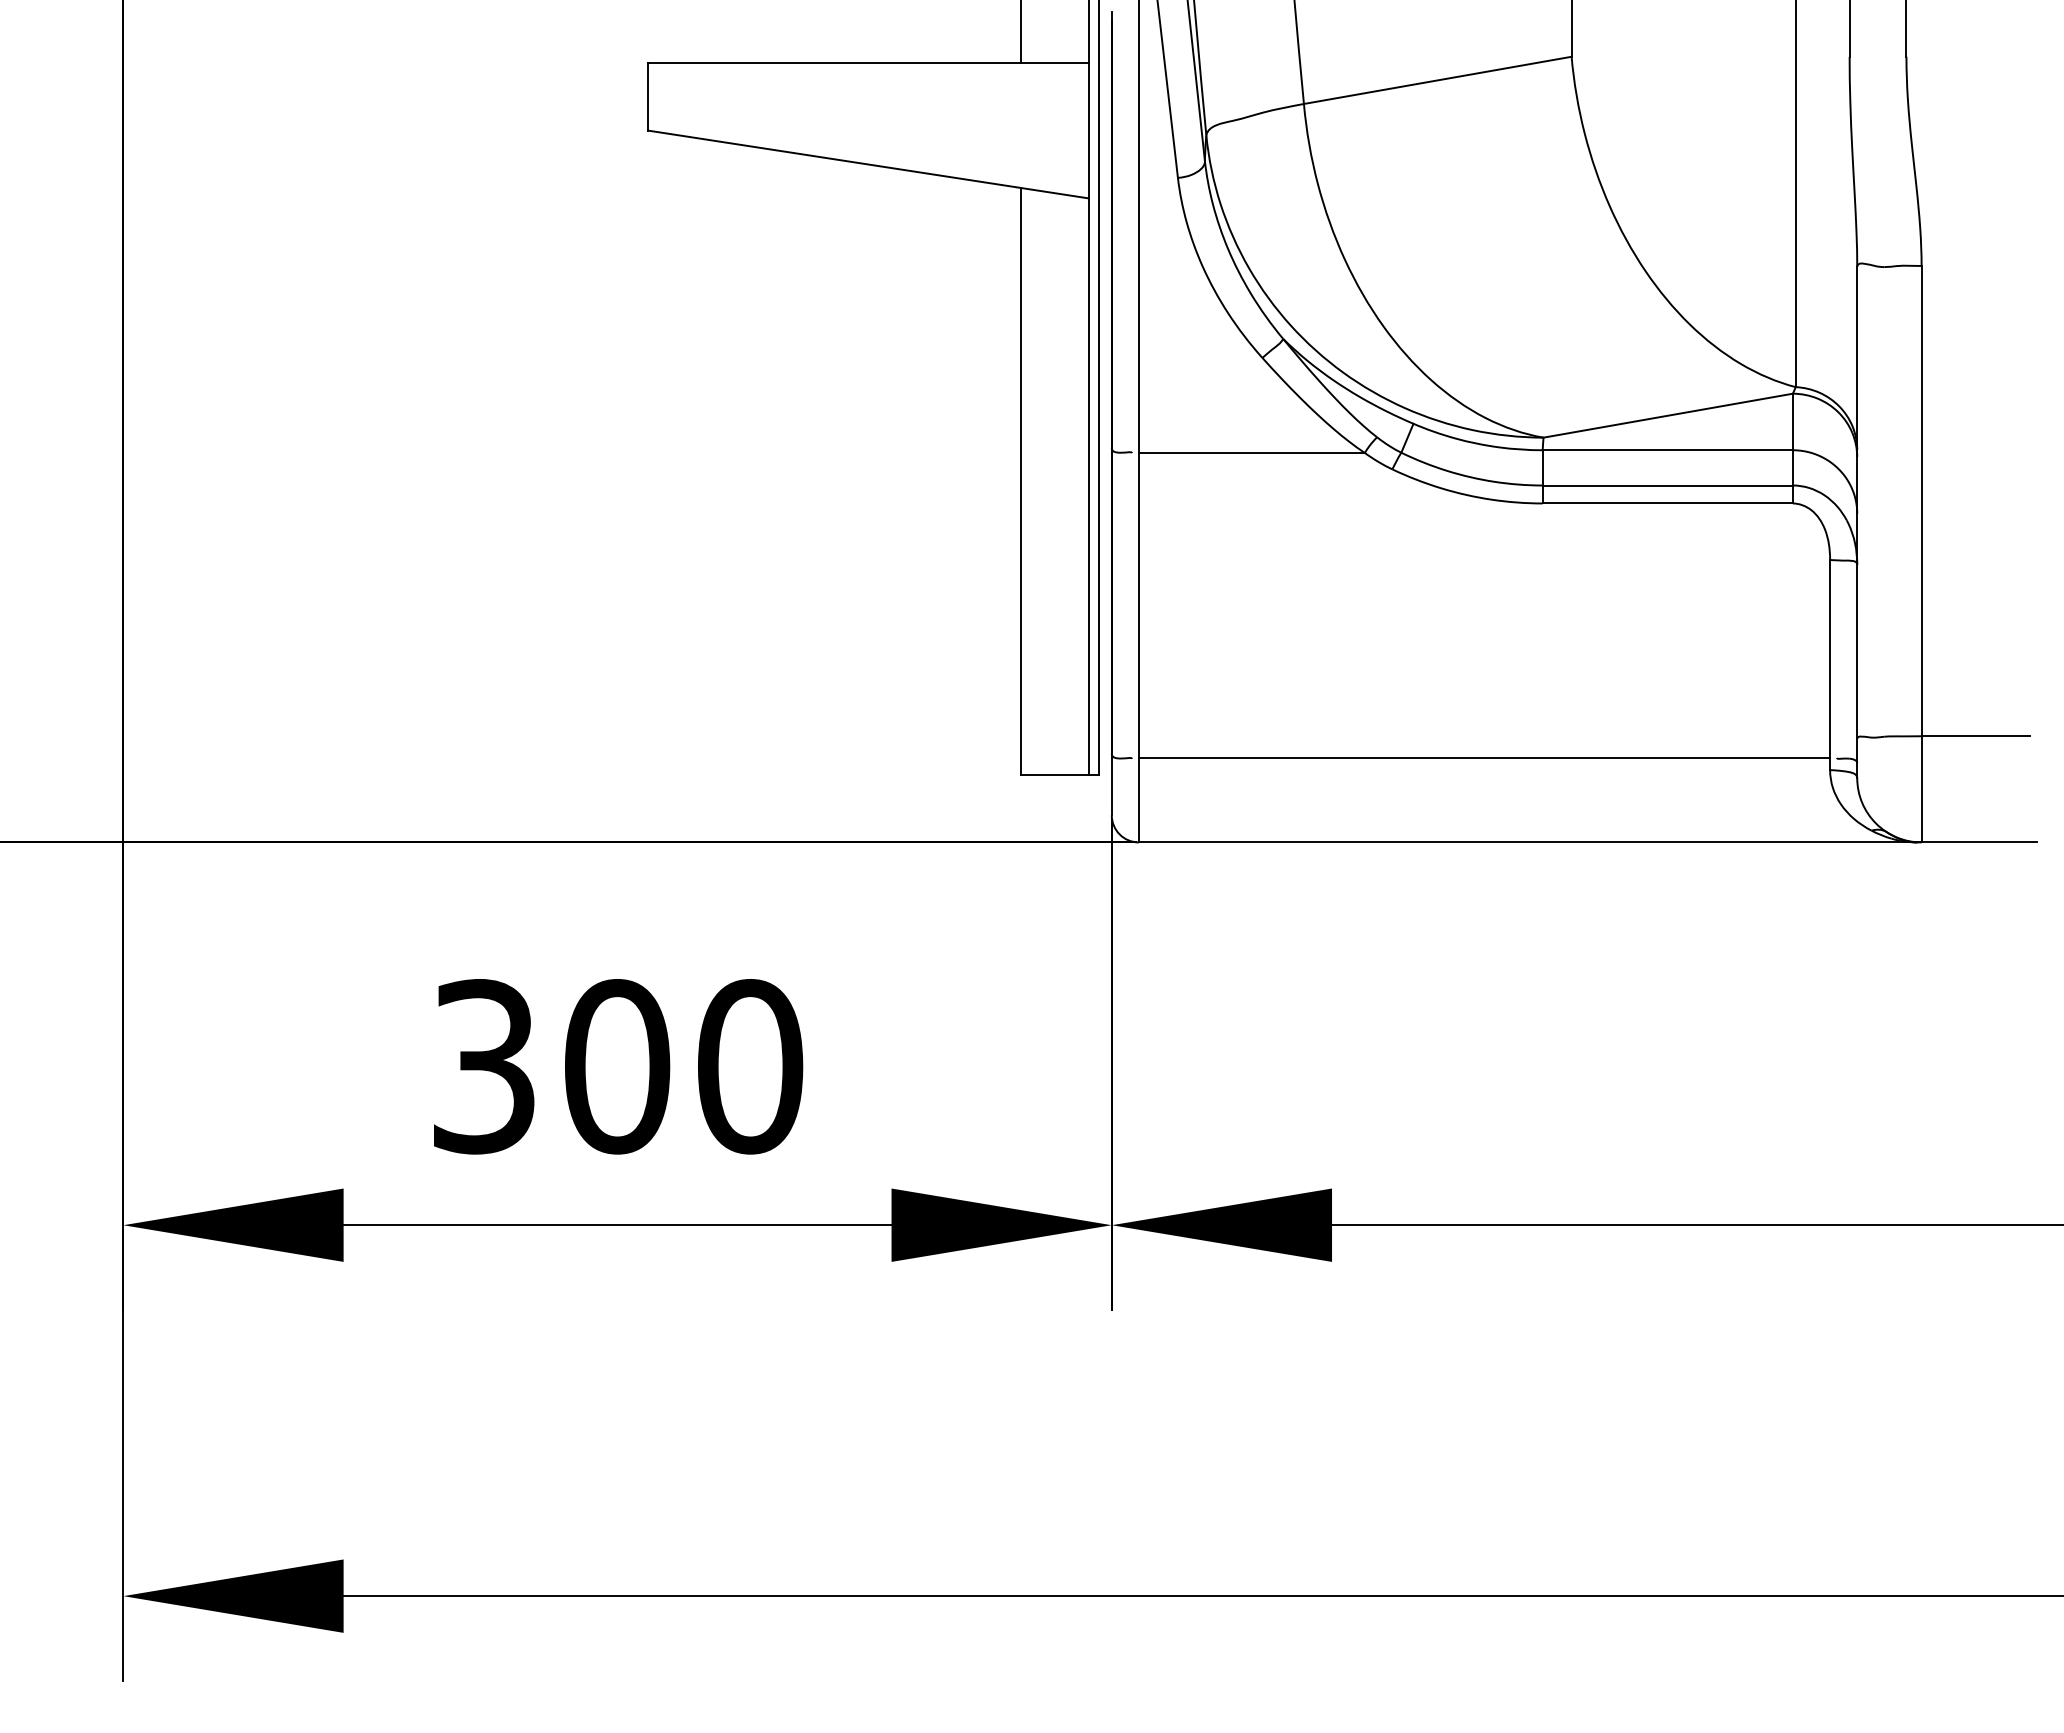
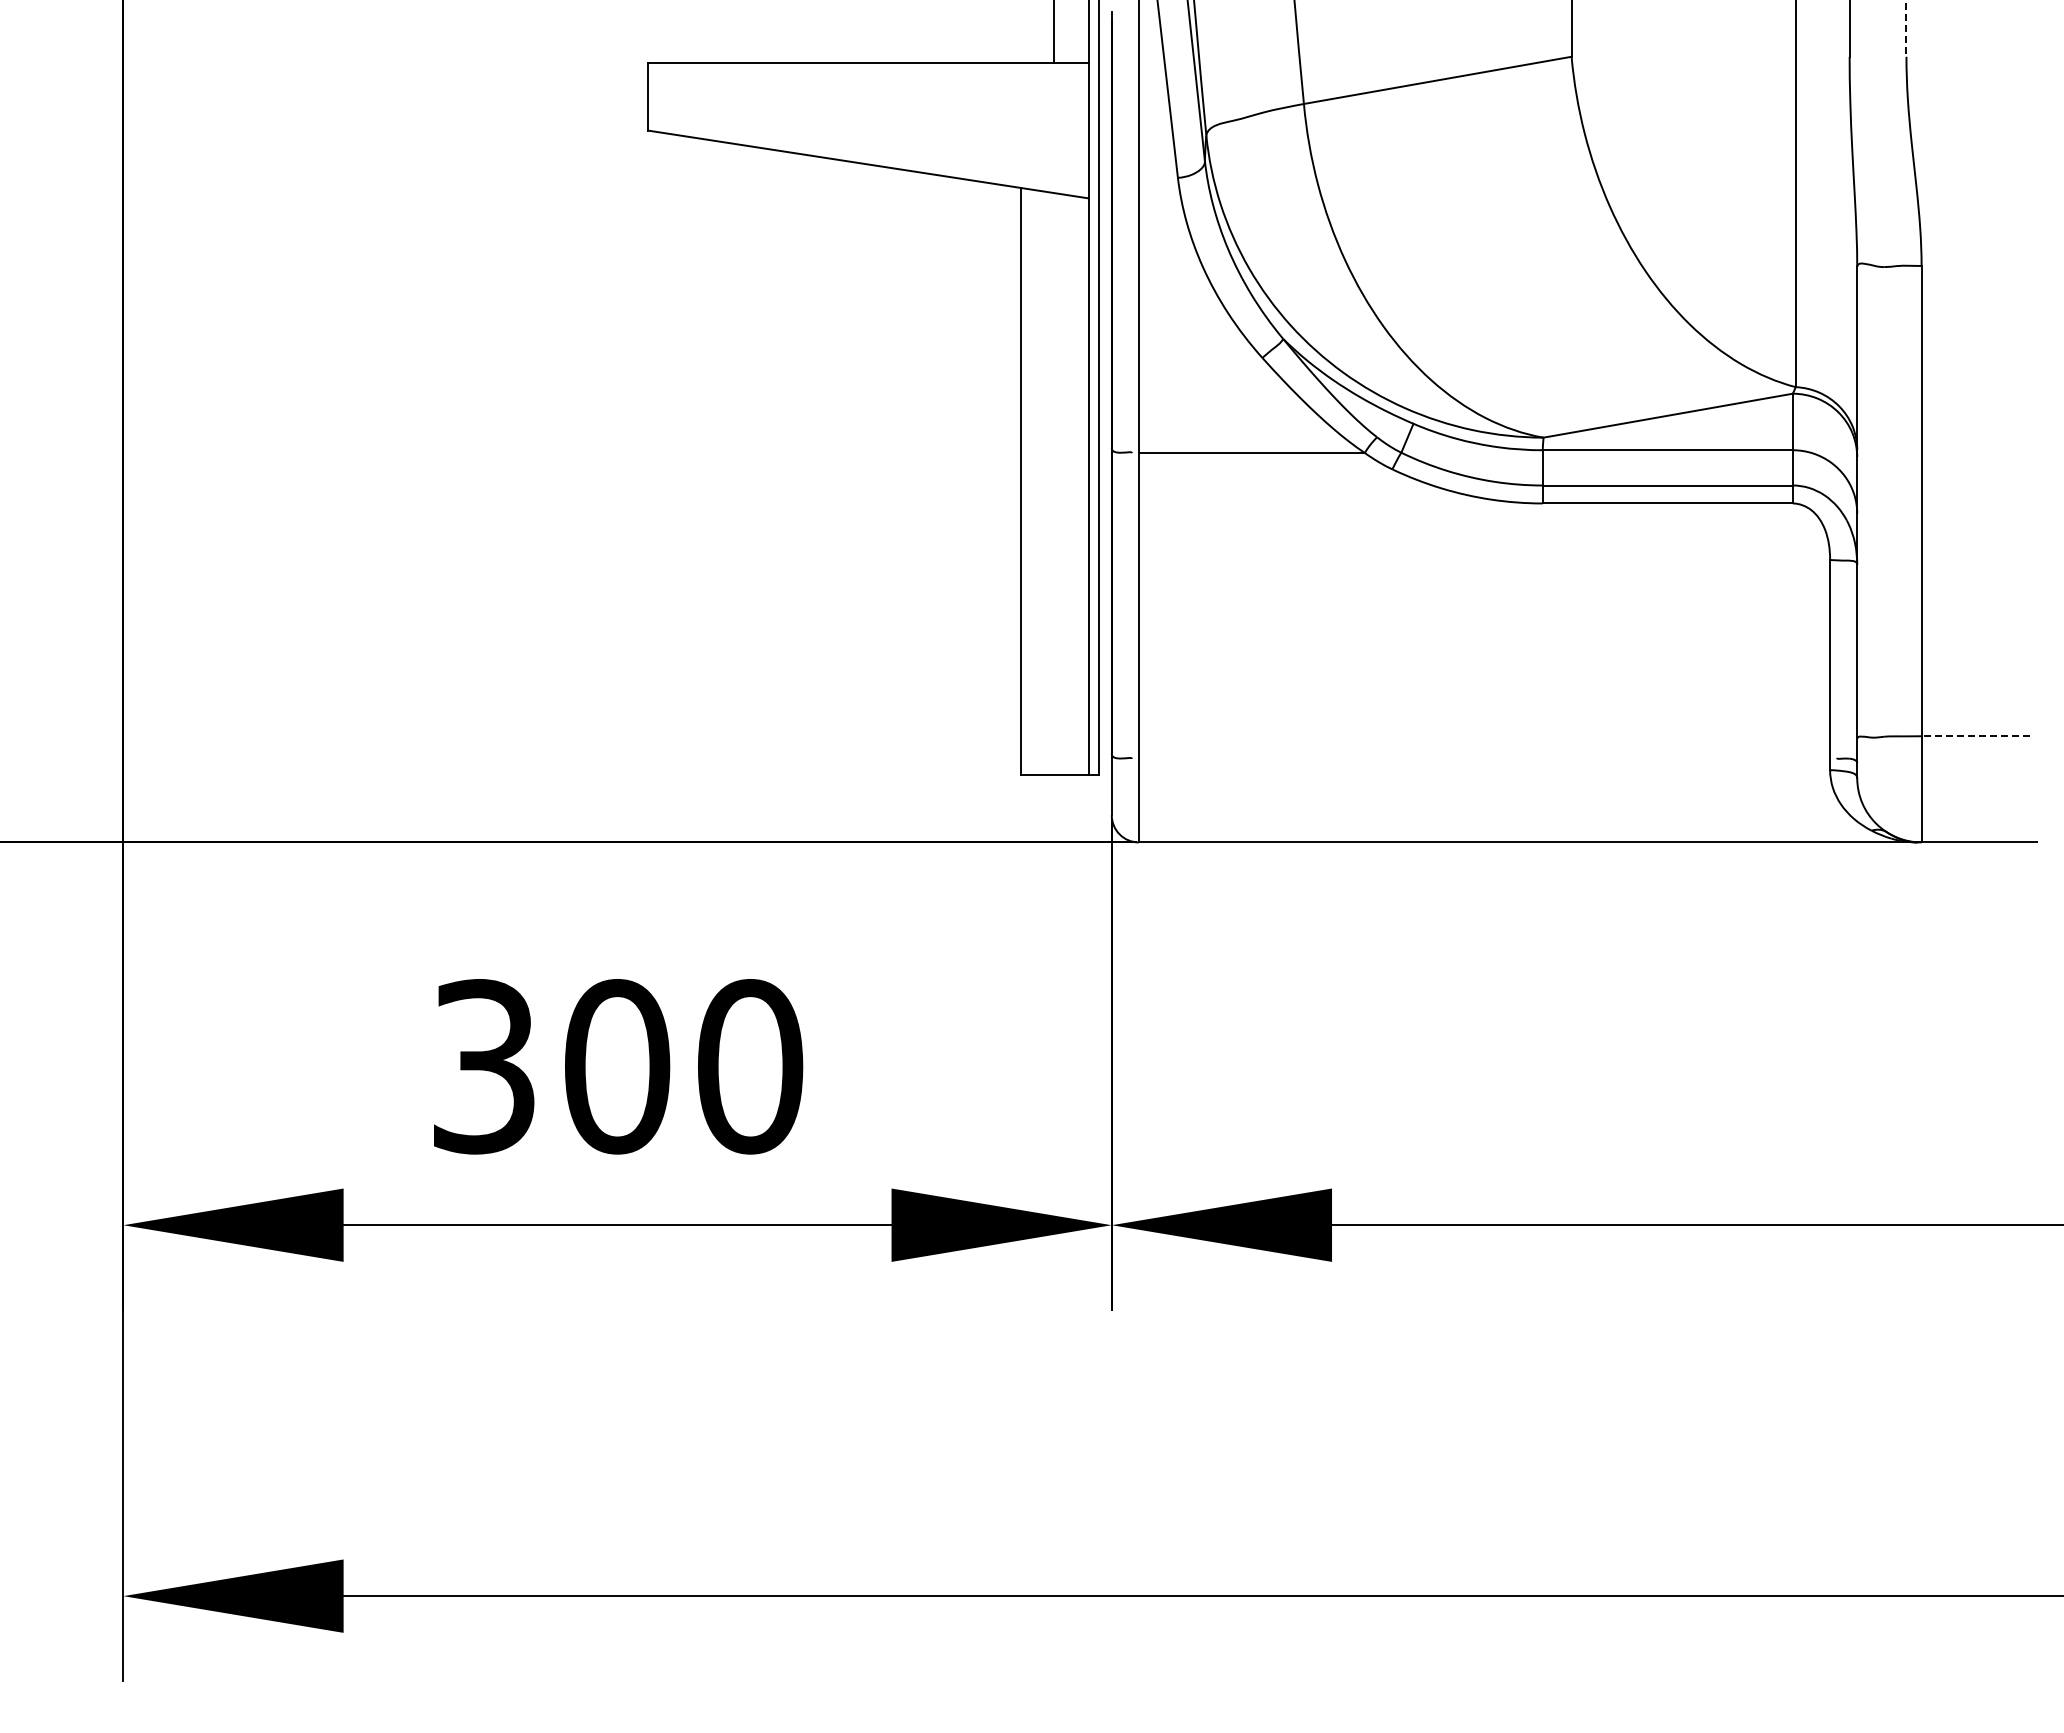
line at (1906, 28): solid -> dashed
line at (1021, 32) position: (1021, 32) -> (1054, 32)
line at (1975, 736): solid -> dashed
line at (1484, 758): present -> none
